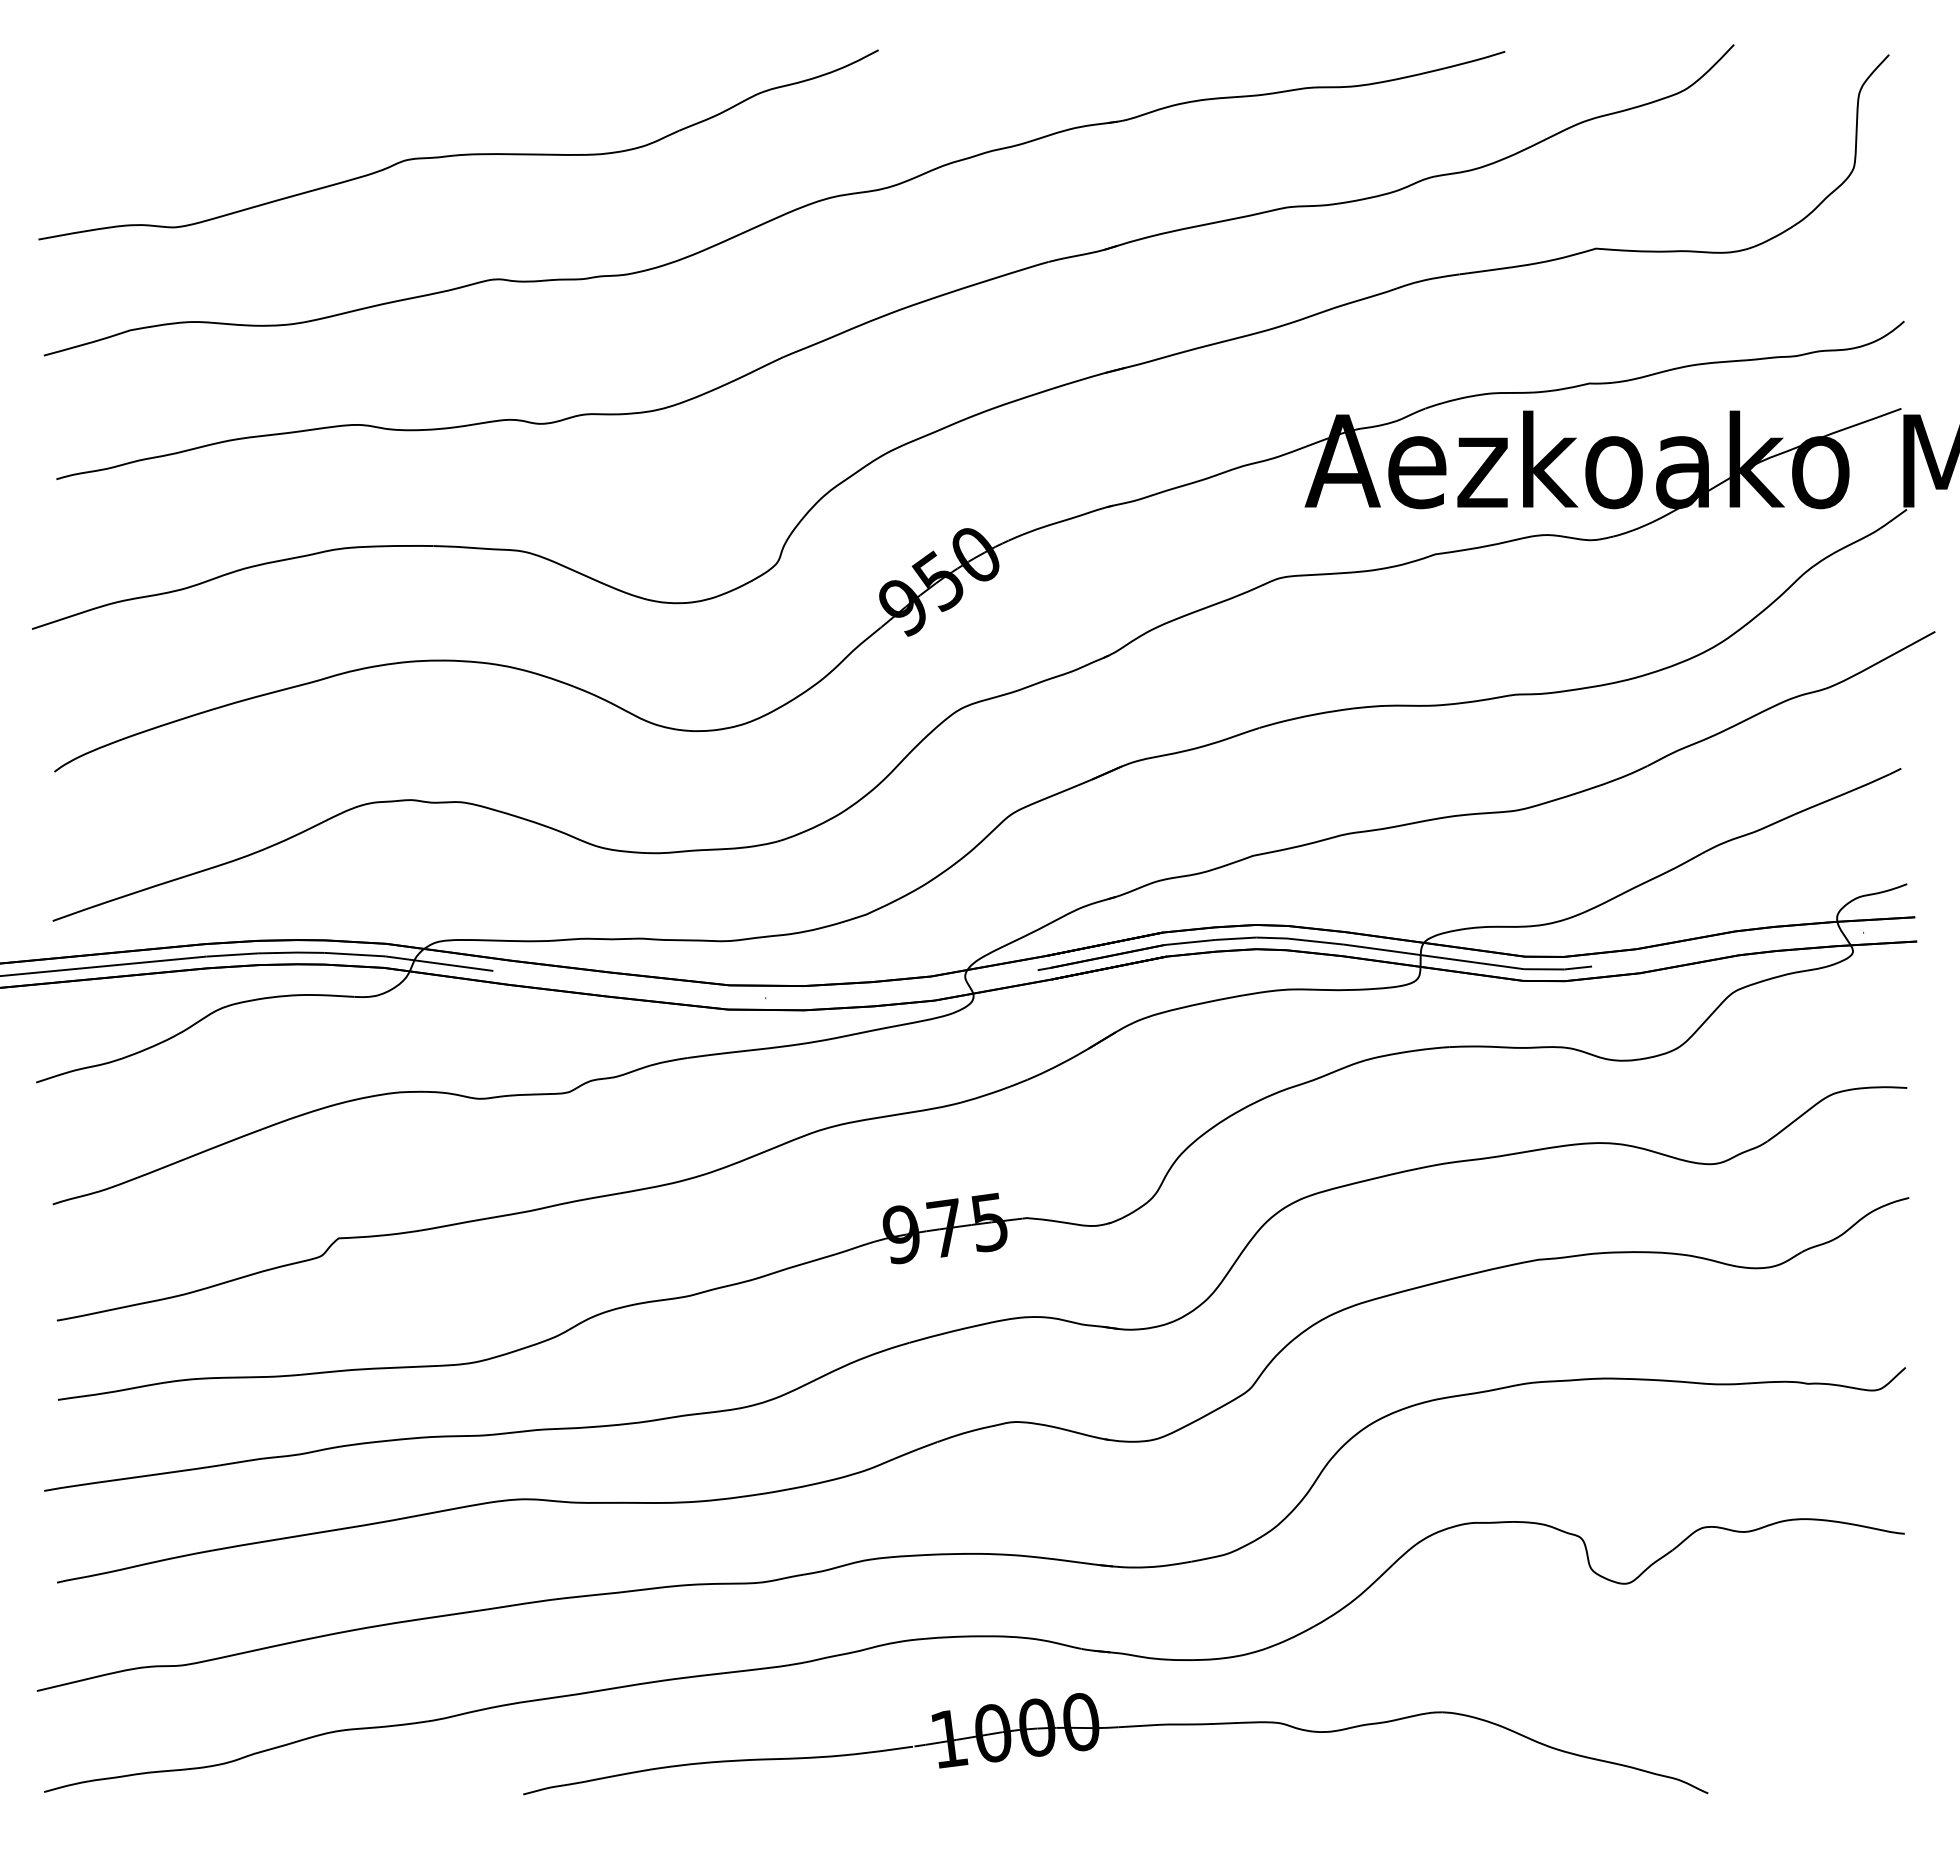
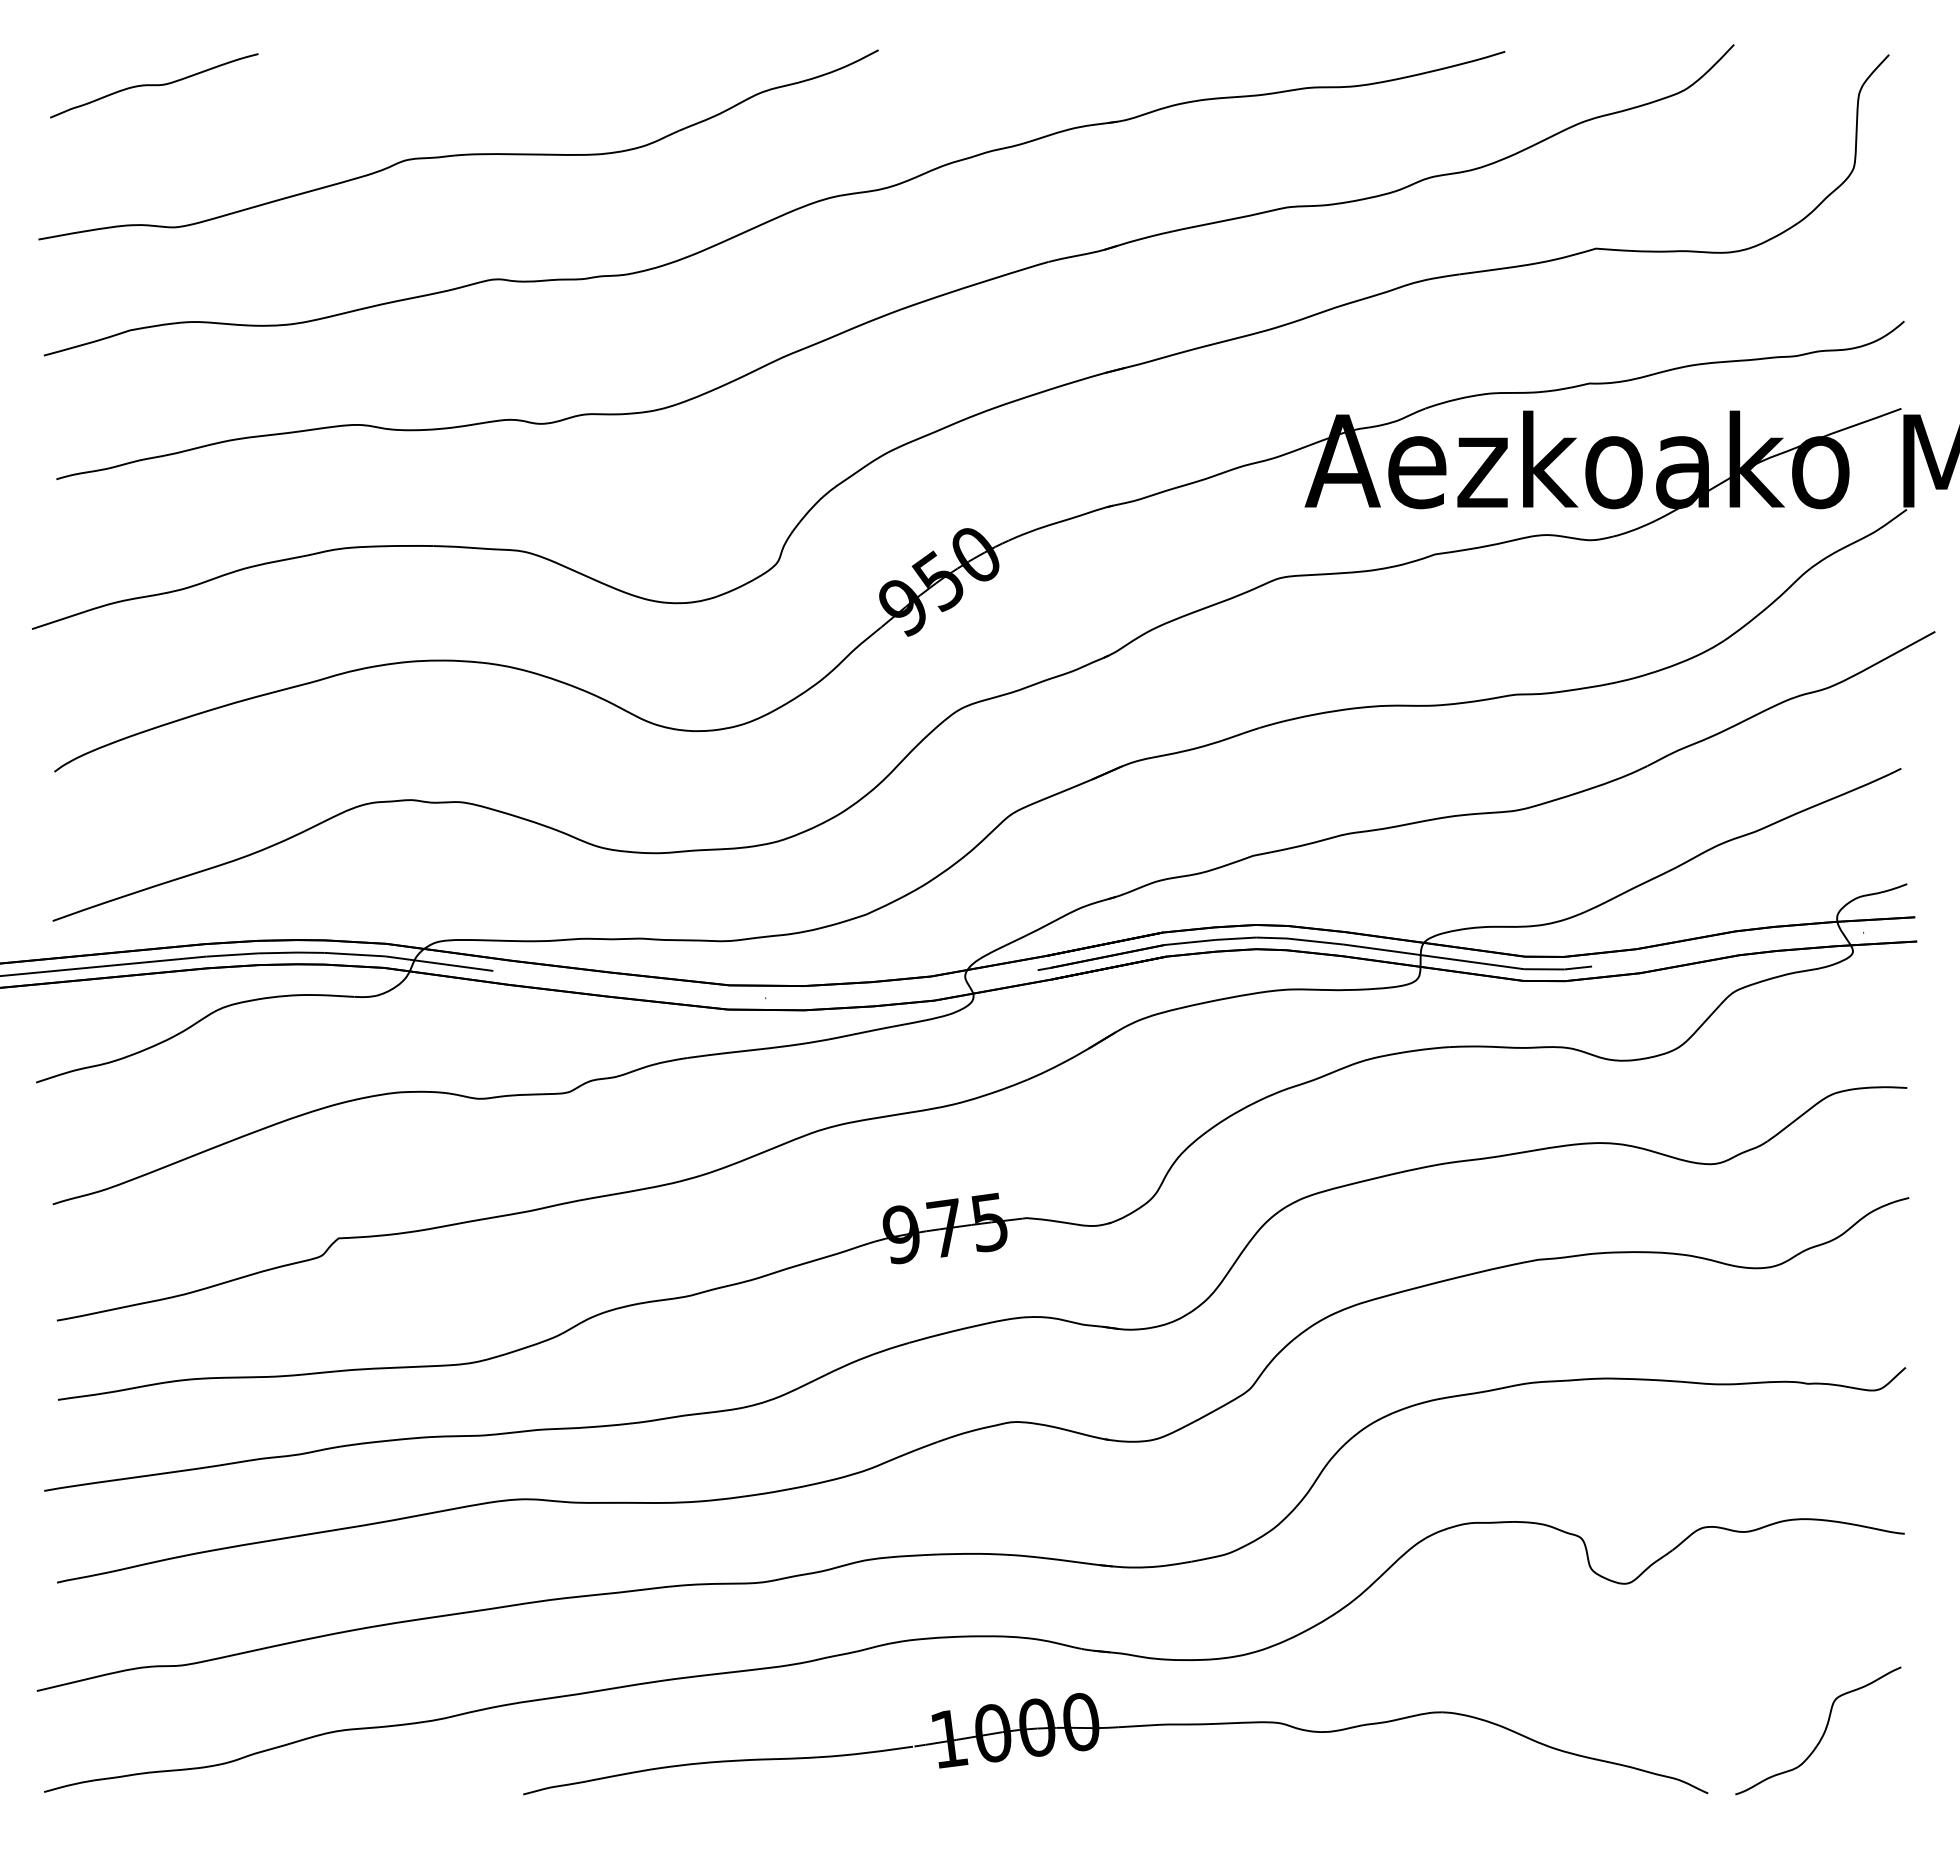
curve at (154, 85): none -> present
curve at (1823, 1732): none -> present
